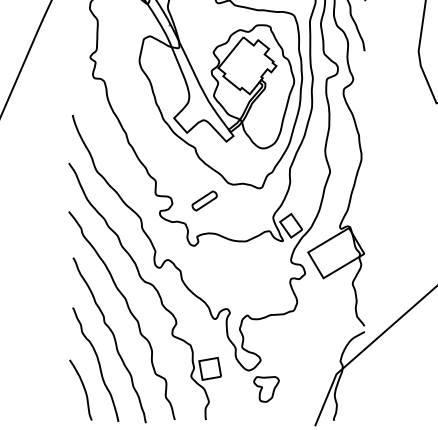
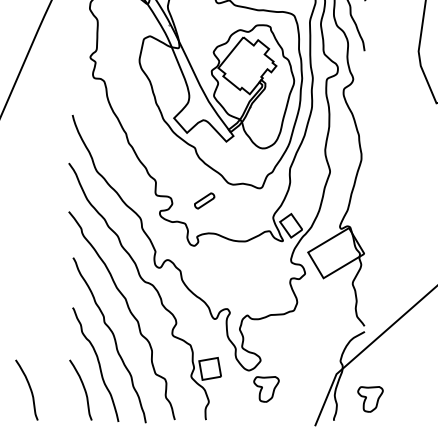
part at (204, 200) size: 27x22 px -> 22x18 px
curve at (29, 388): none -> present
part at (370, 399): none -> present
